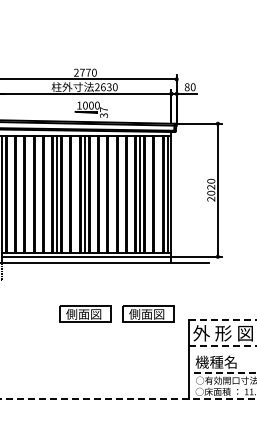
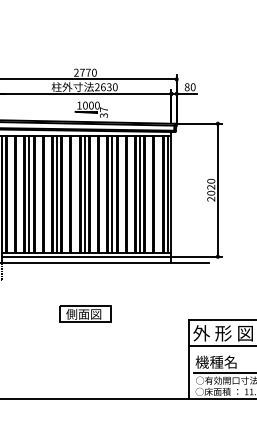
line at (29, 194): none -> present
line at (112, 194): none -> present
part at (148, 313): present -> none
line at (222, 320): dashed -> solid
line at (222, 346): dashed -> solid
line at (226, 372): dashed -> solid
line at (128, 399): dashed -> solid
